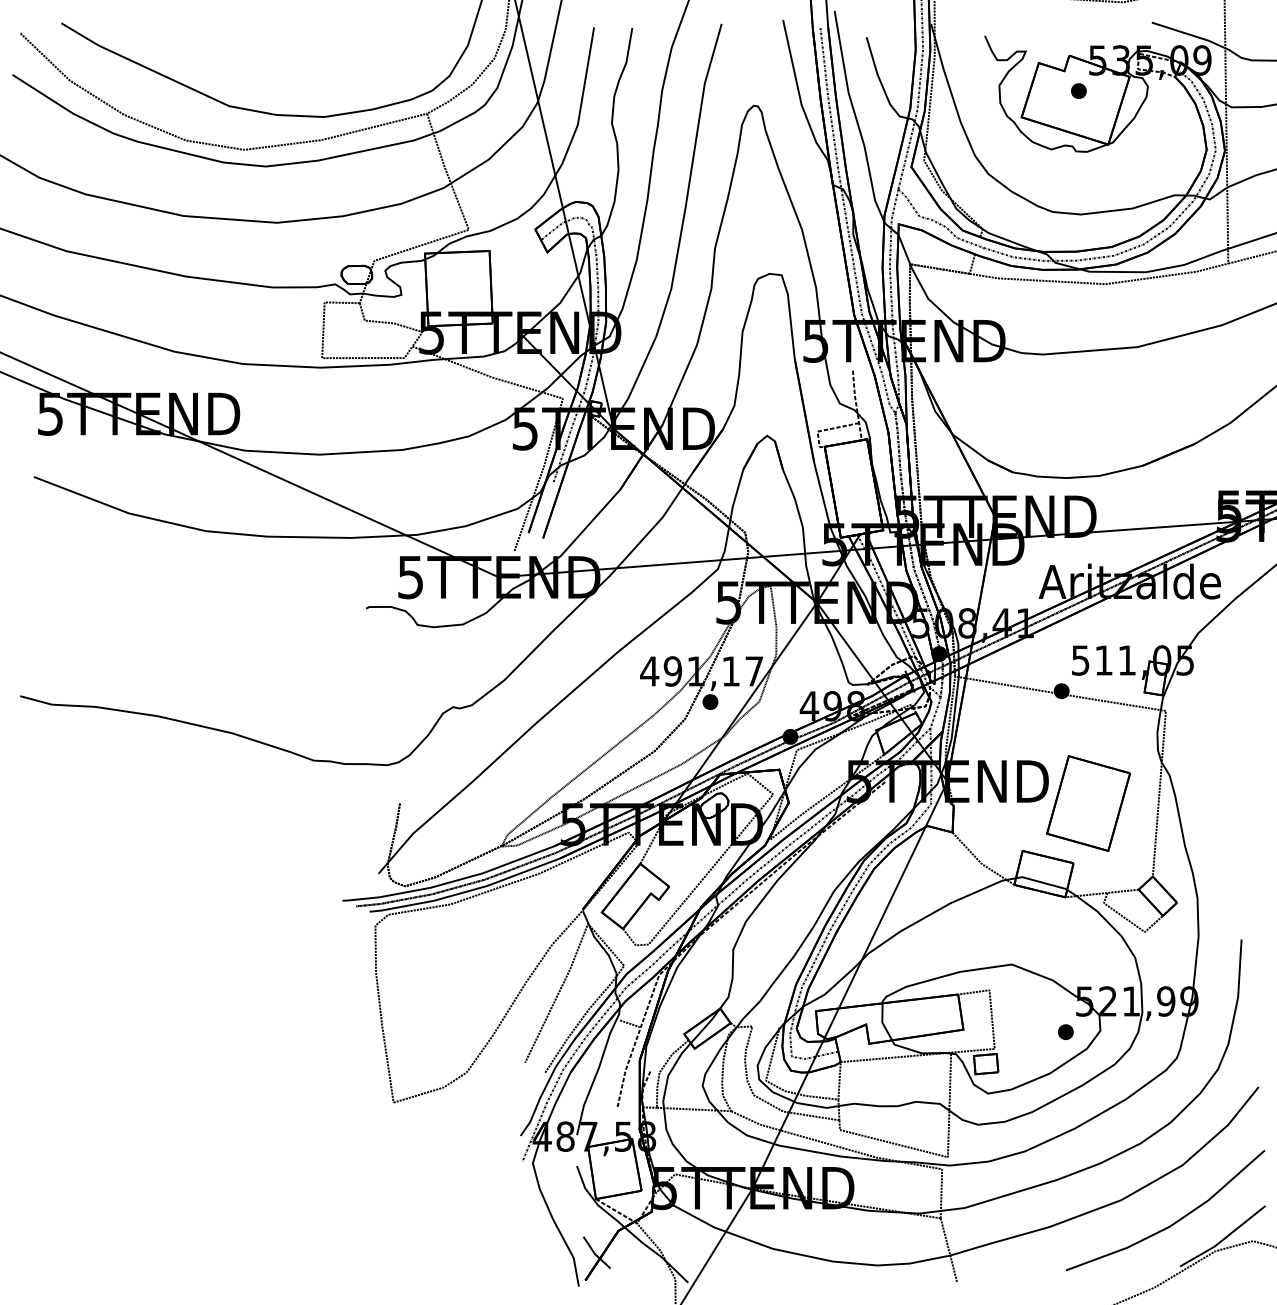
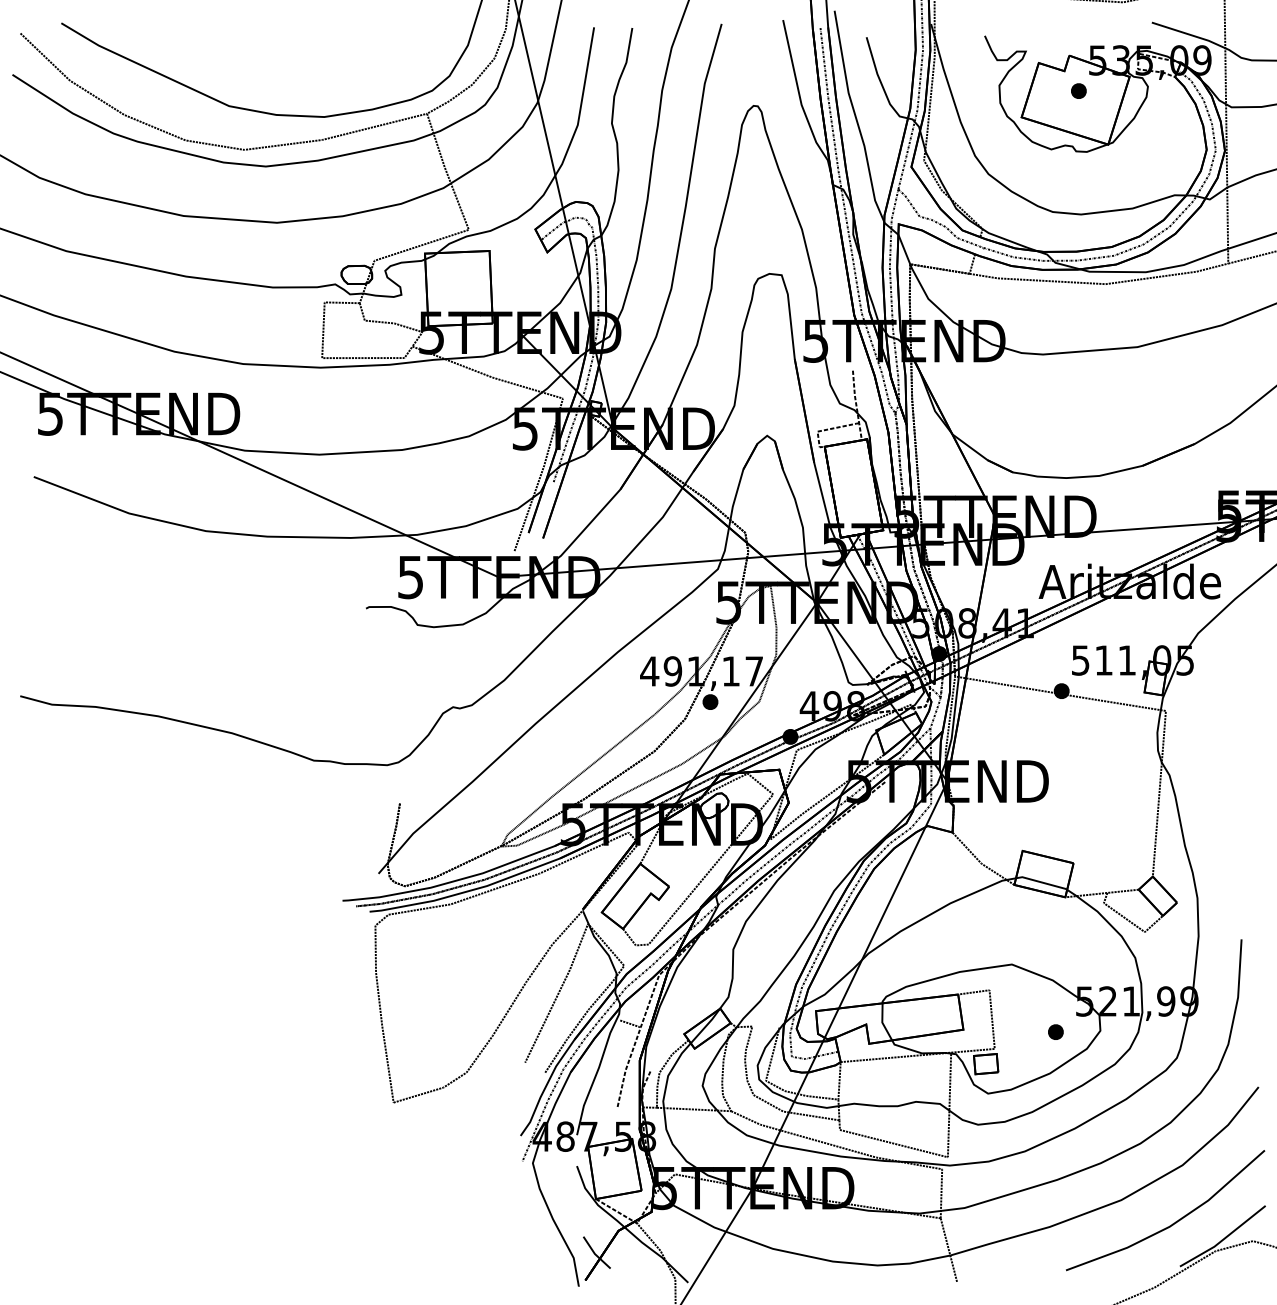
part at (1088, 803): present -> none
part at (1065, 1031) position: (1065, 1031) -> (1055, 1031)
